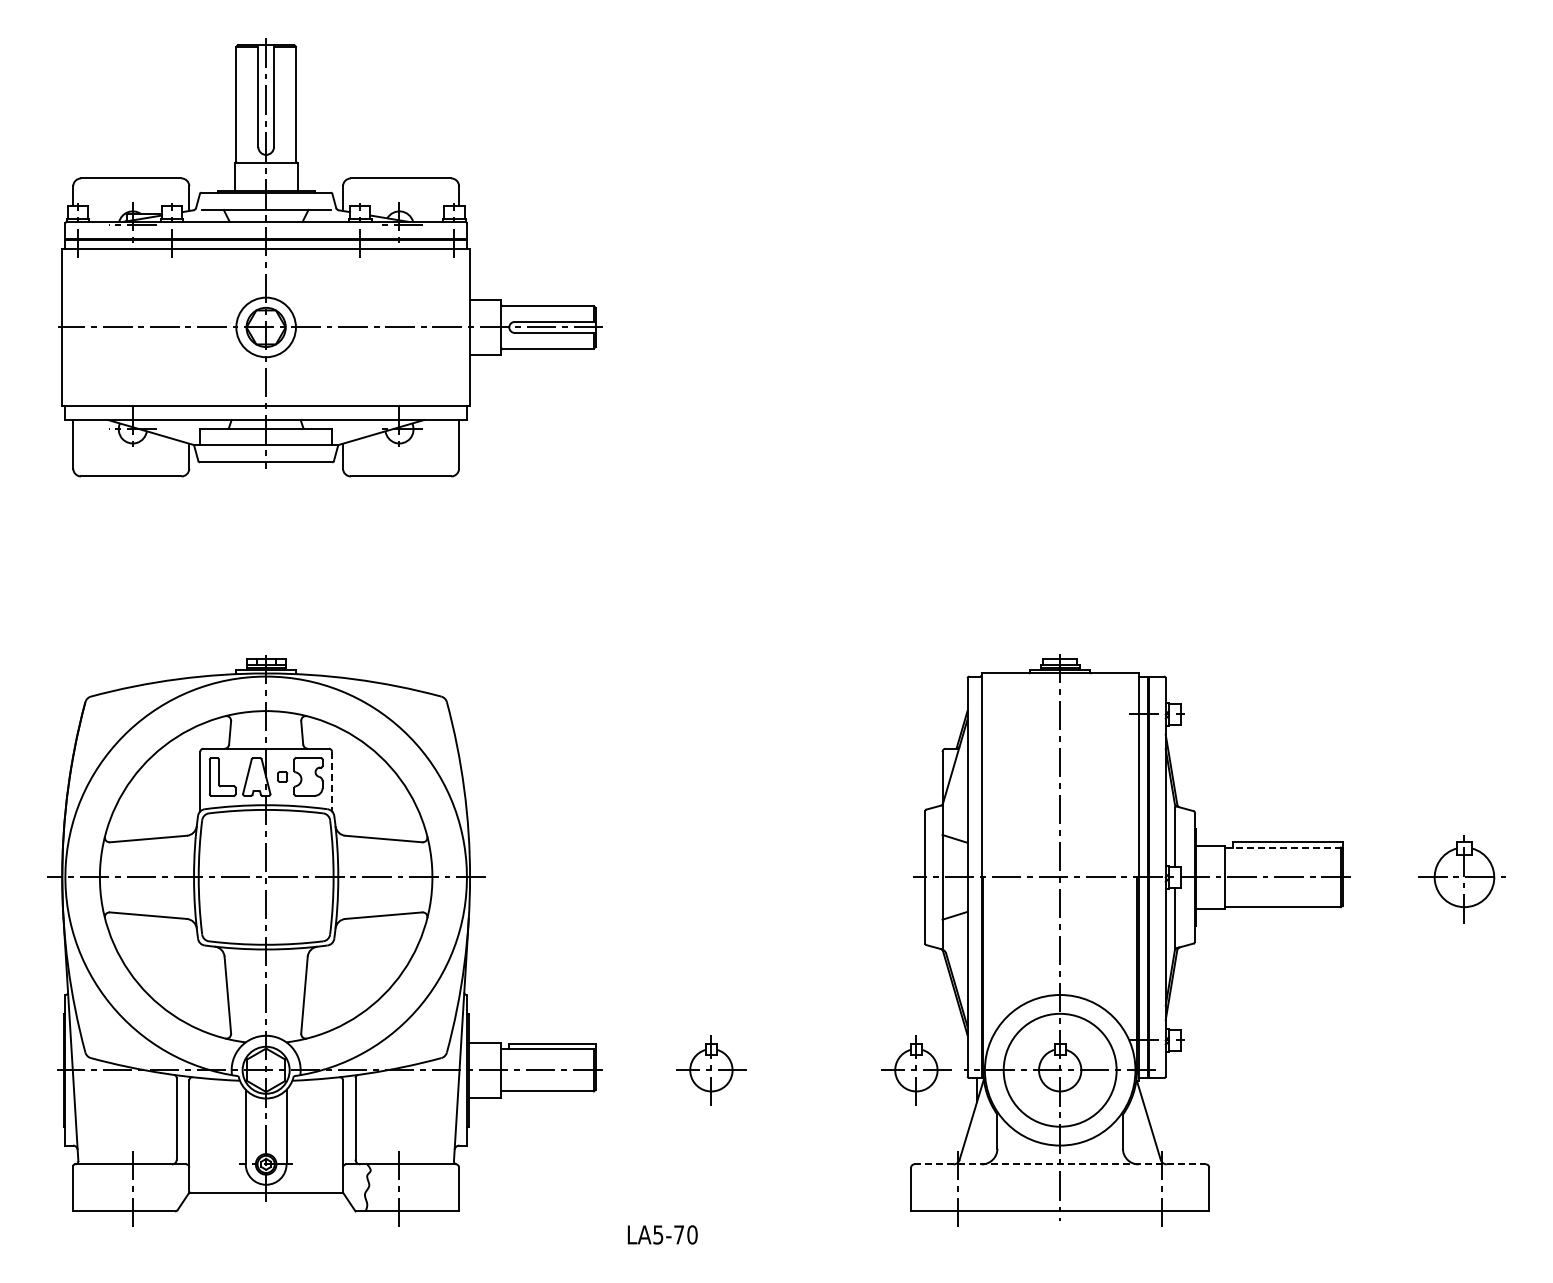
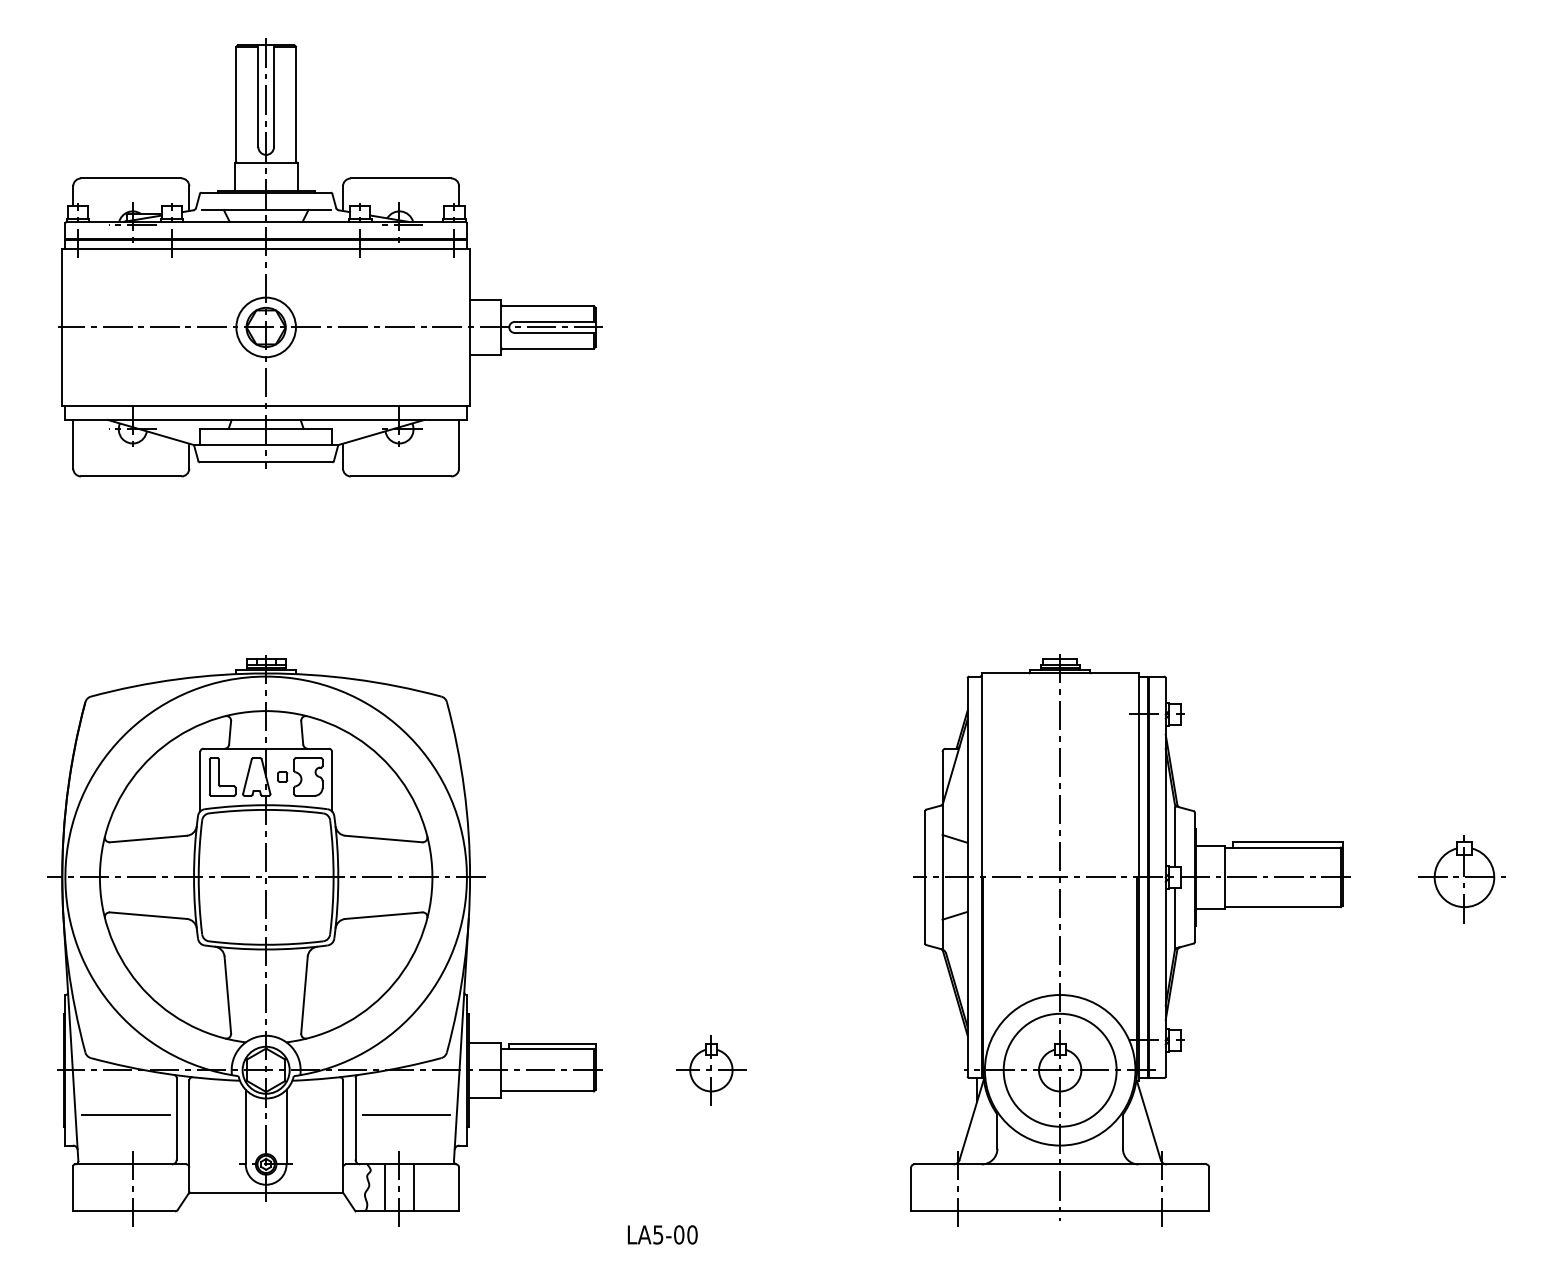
line at (332, 781): dashed -> solid
line at (1283, 847): dashed -> solid
part at (916, 1070): present -> none
line at (125, 1114): none -> present
line at (406, 1114): none -> present
line at (1060, 1164): dashed -> solid
line at (385, 1187): none -> present
line at (413, 1187): none -> present
text at (679, 1234): LA5-70 -> LA5-00
